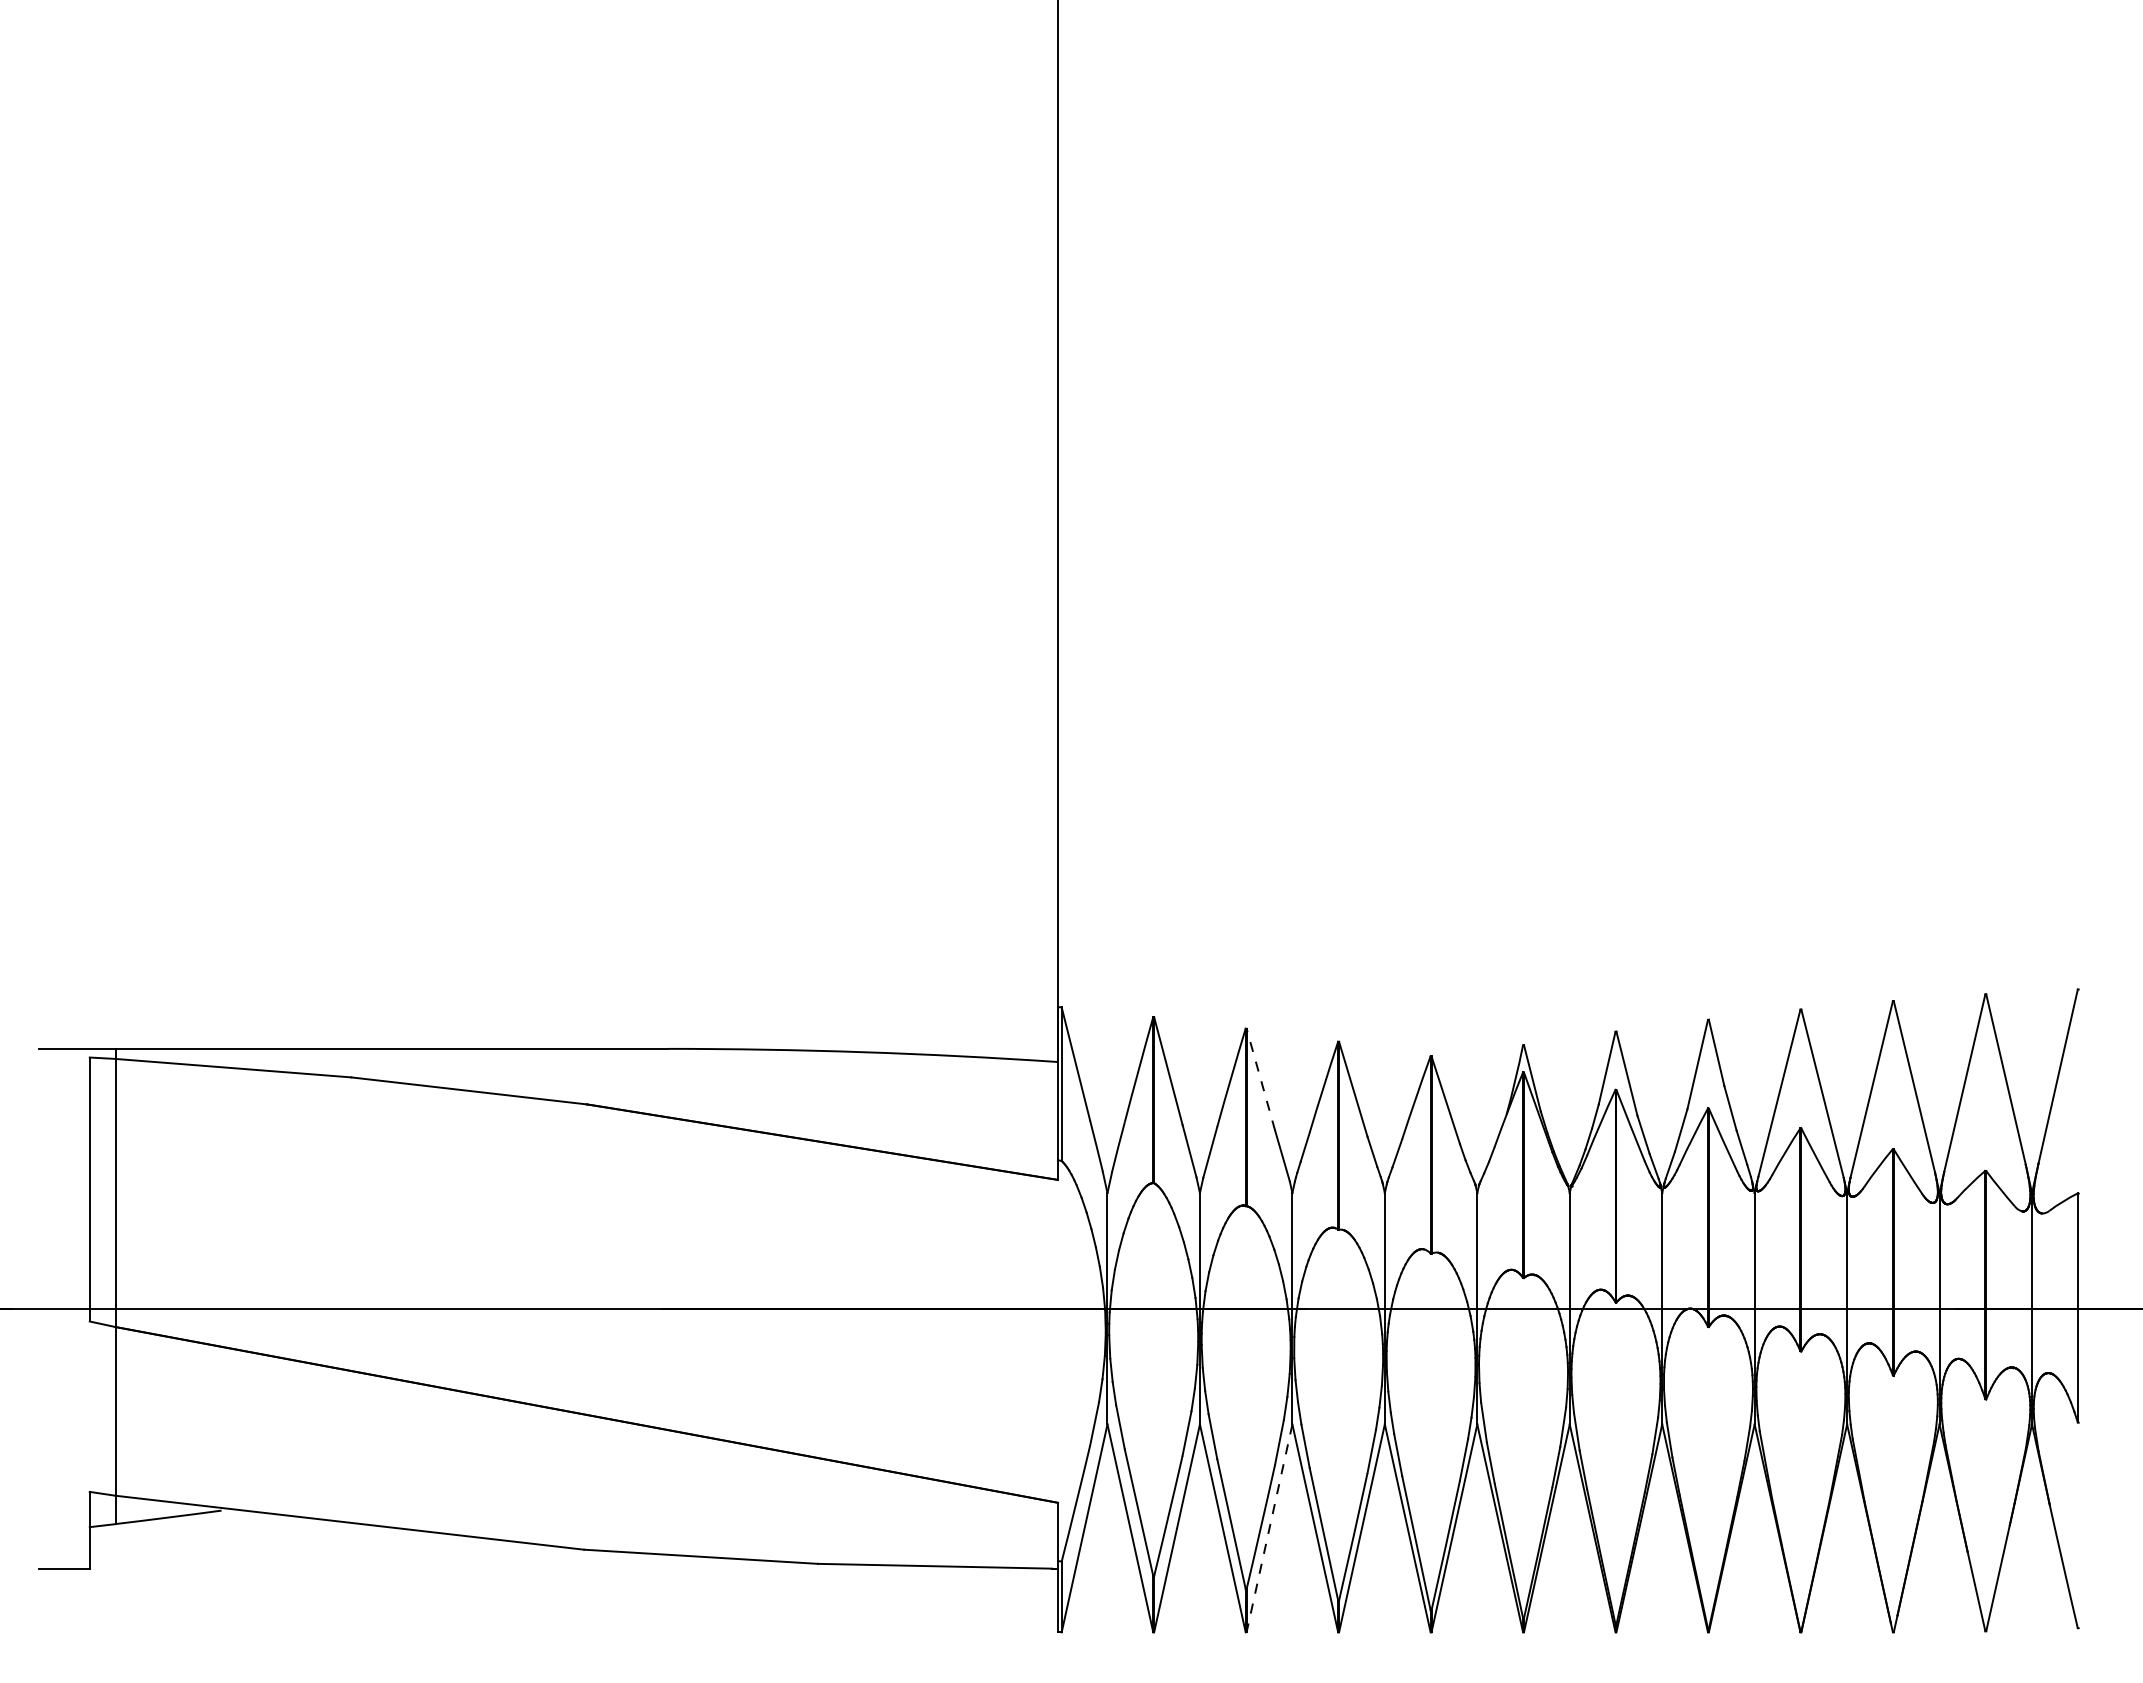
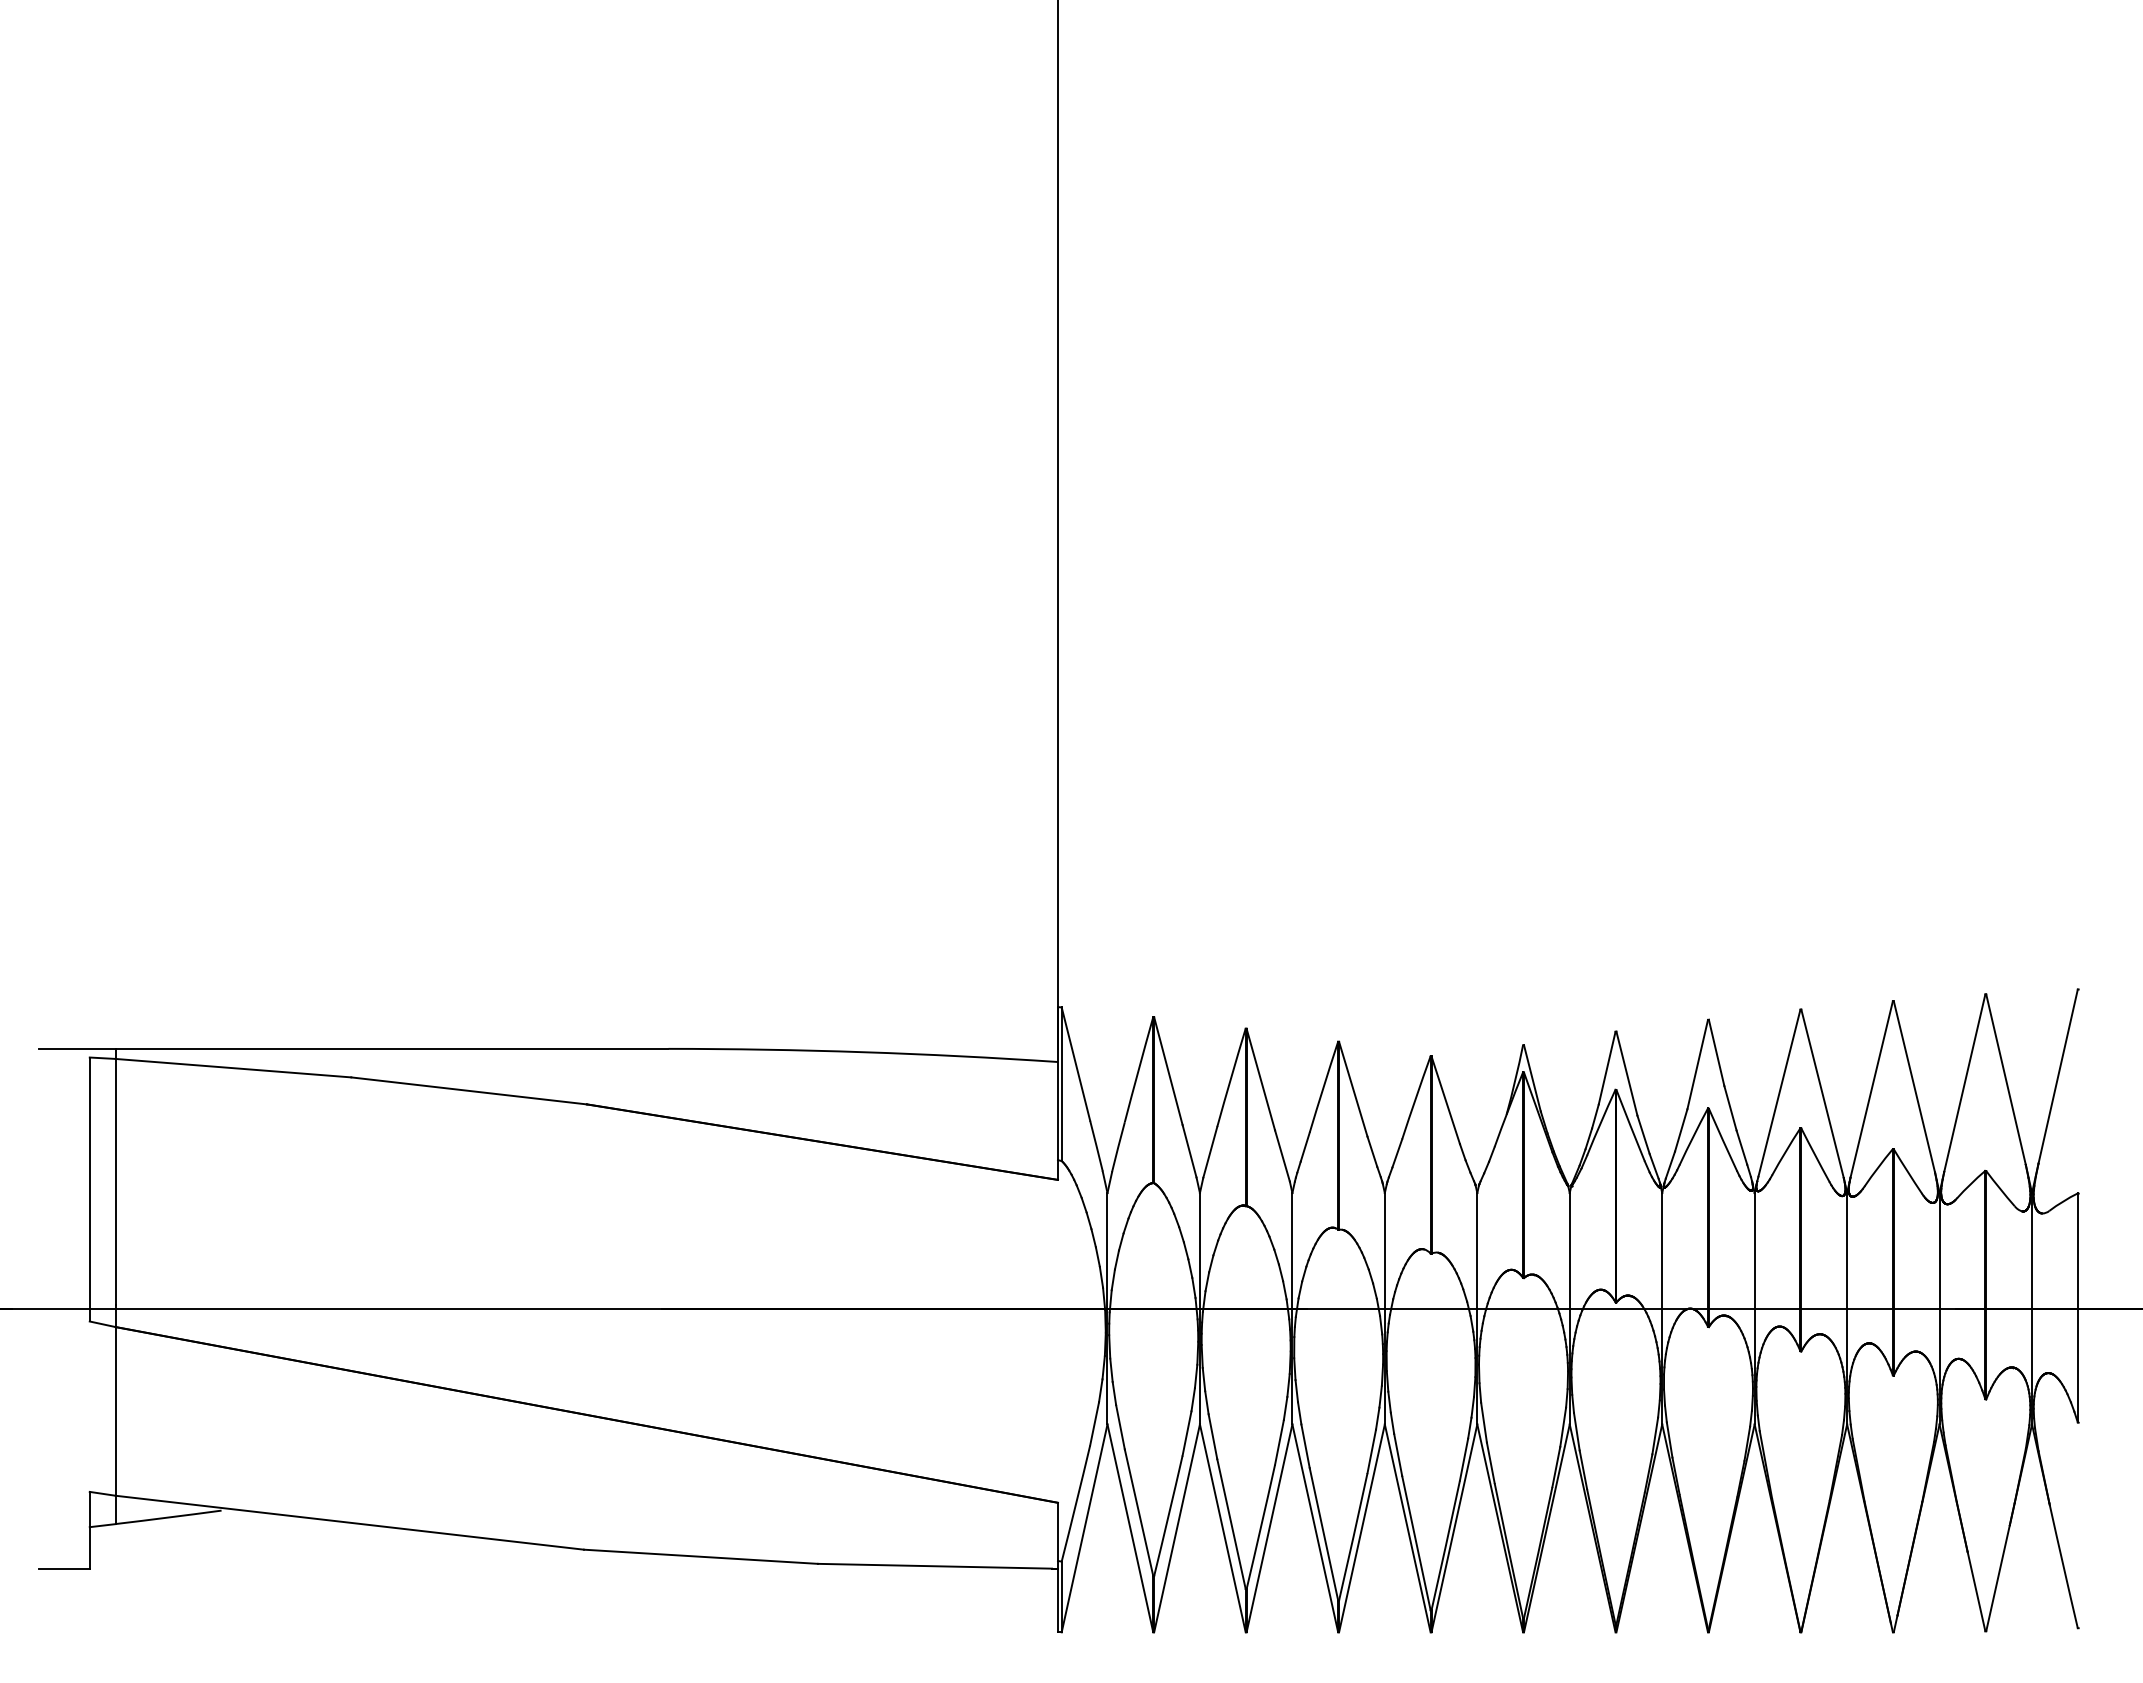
line at (1260, 1079): dashed -> solid
line at (1269, 1528): dashed -> solid
